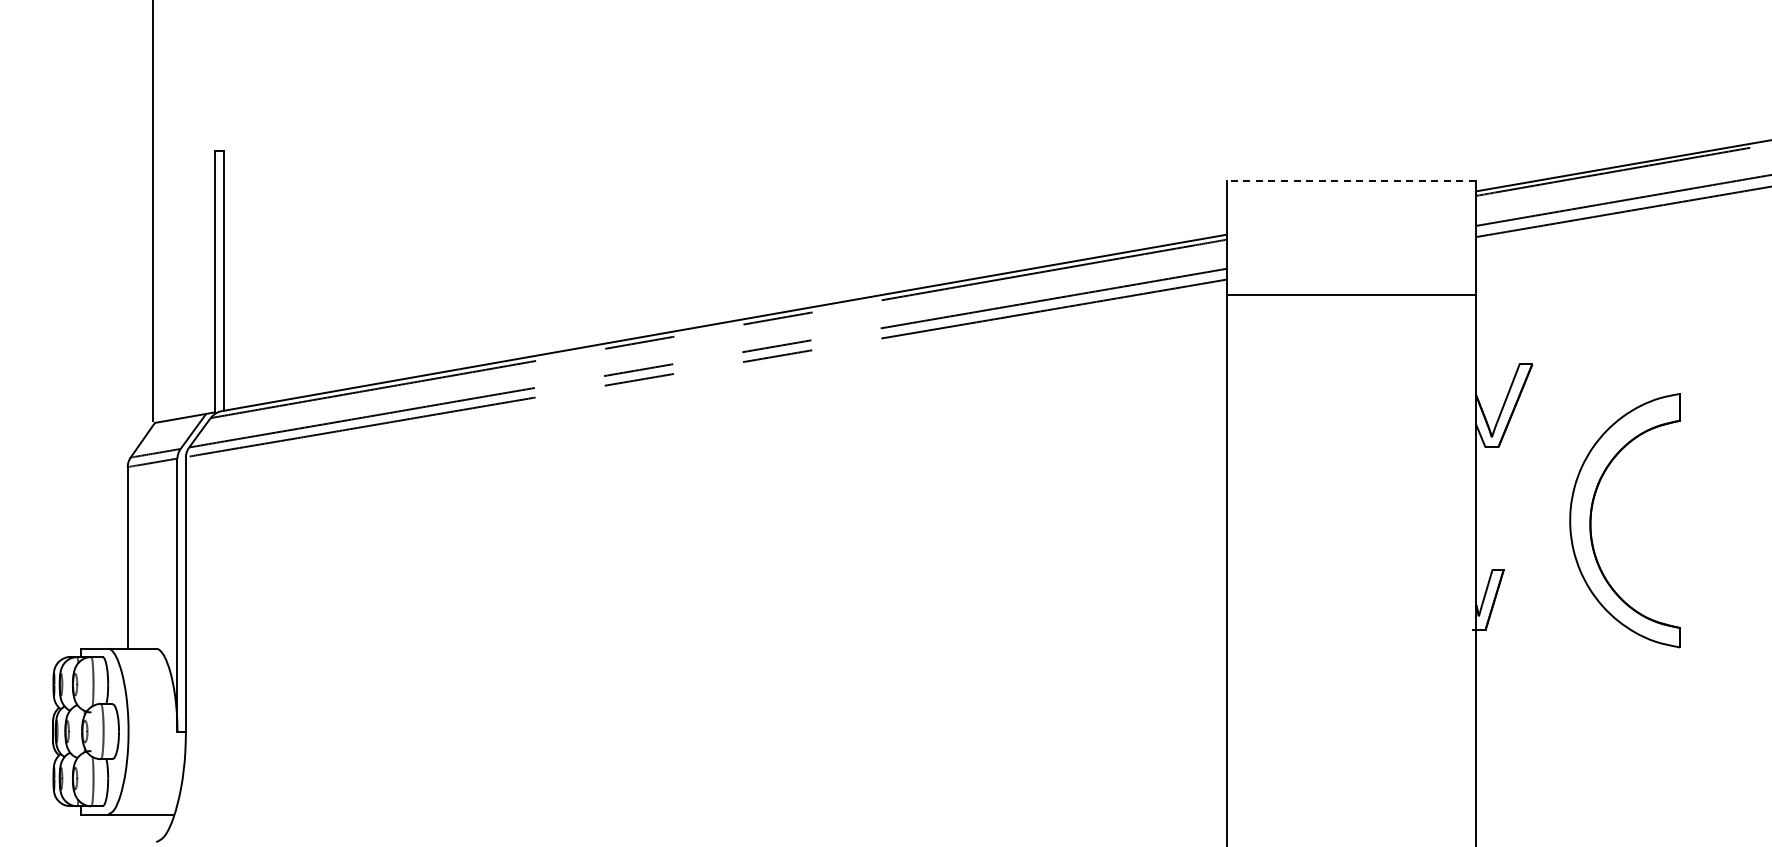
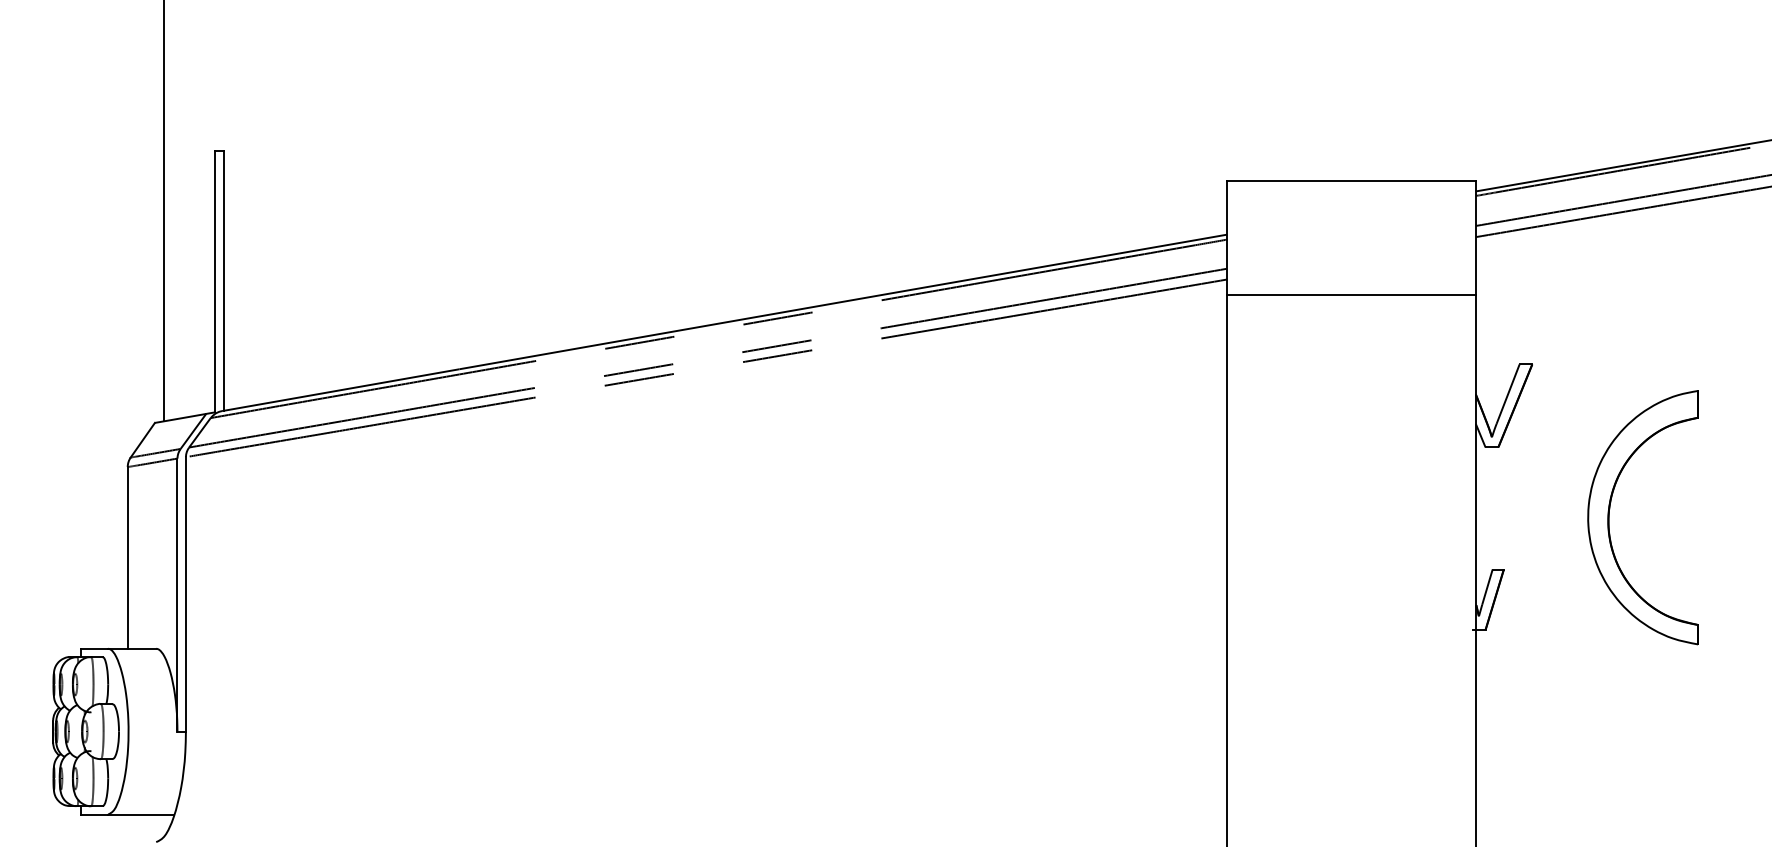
line at (1351, 181): dashed -> solid
line at (152, 211) position: (152, 211) -> (163, 211)
part at (1592, 512) position: (1592, 512) -> (1610, 509)
